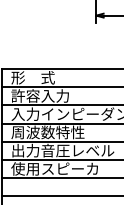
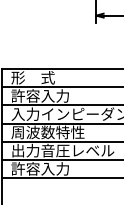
text at (54, 168): 使用スピーカ -> 許容入力
line at (61, 196): present -> none
